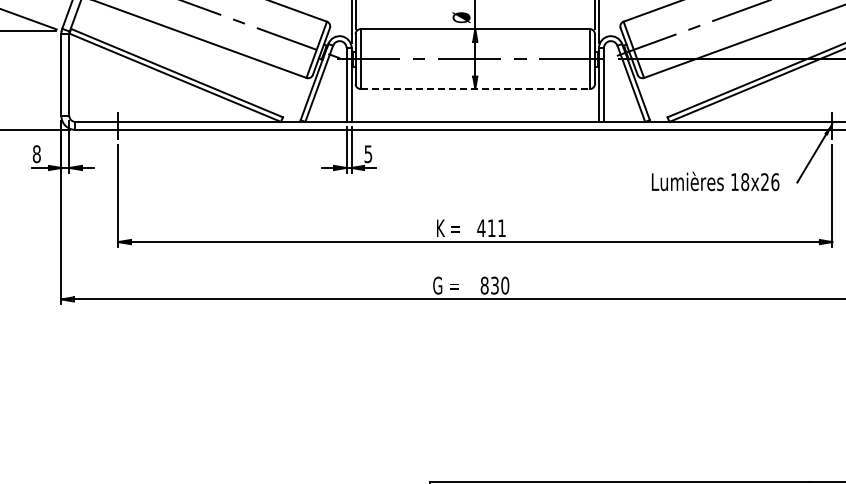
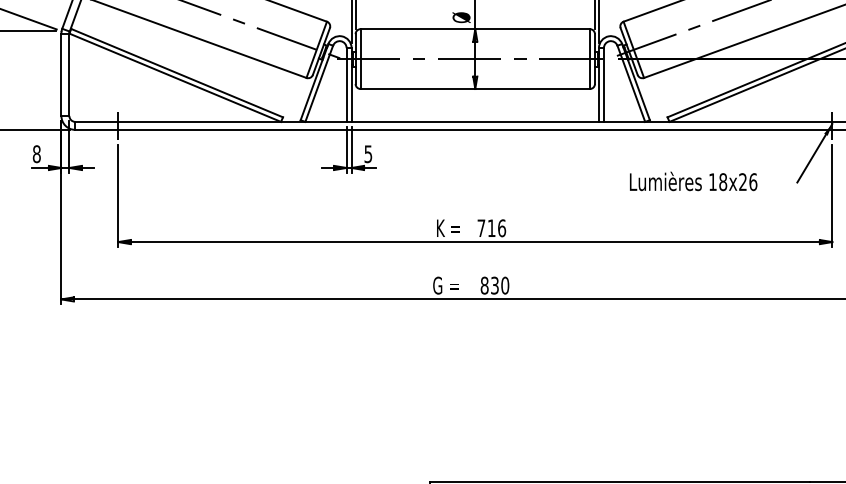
line at (475, 89): dashed -> solid
text at (715, 181) position: (715, 181) -> (693, 181)
text at (491, 228): 411 -> 716
